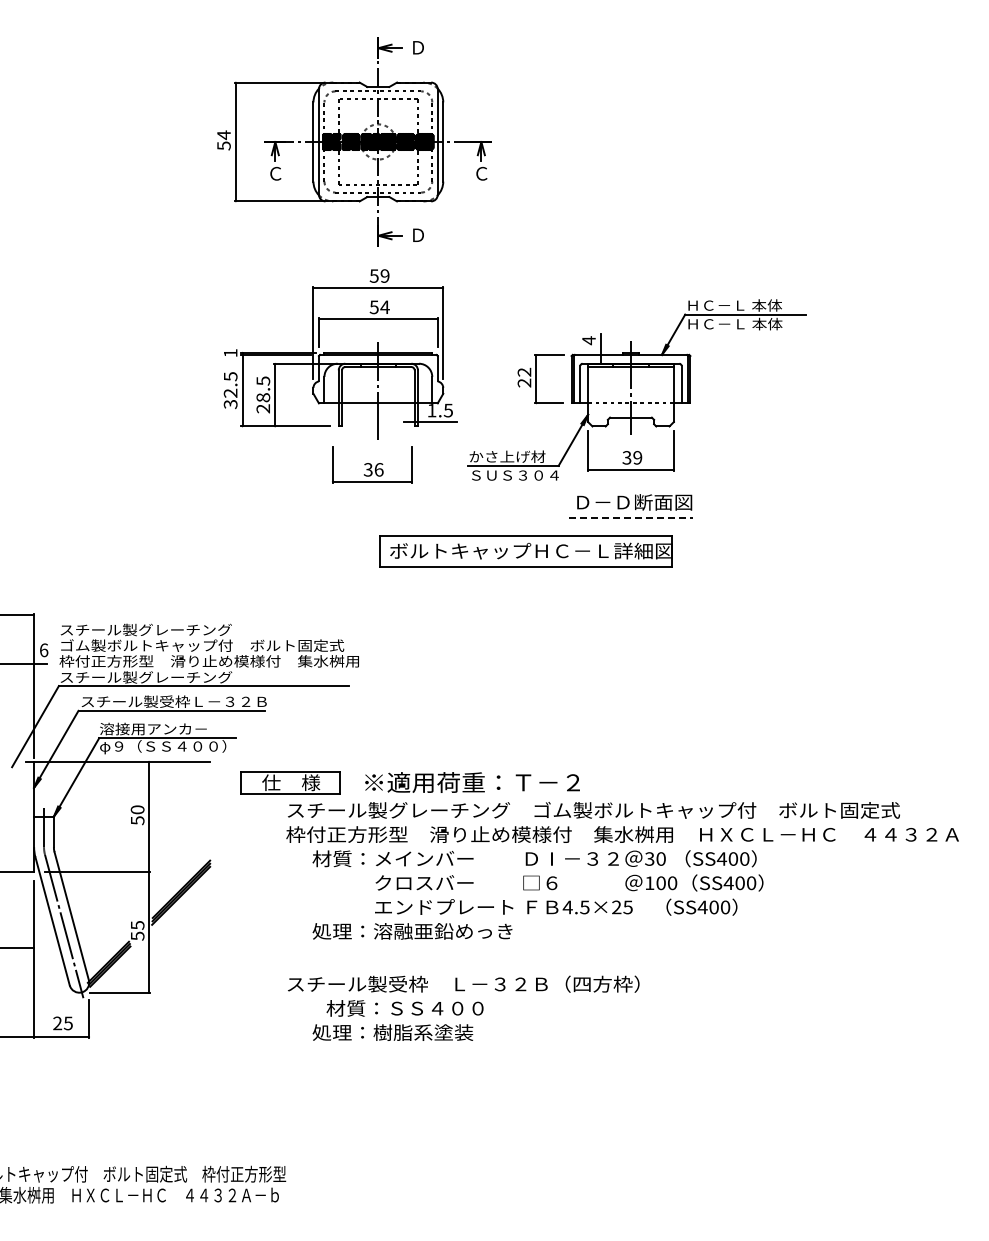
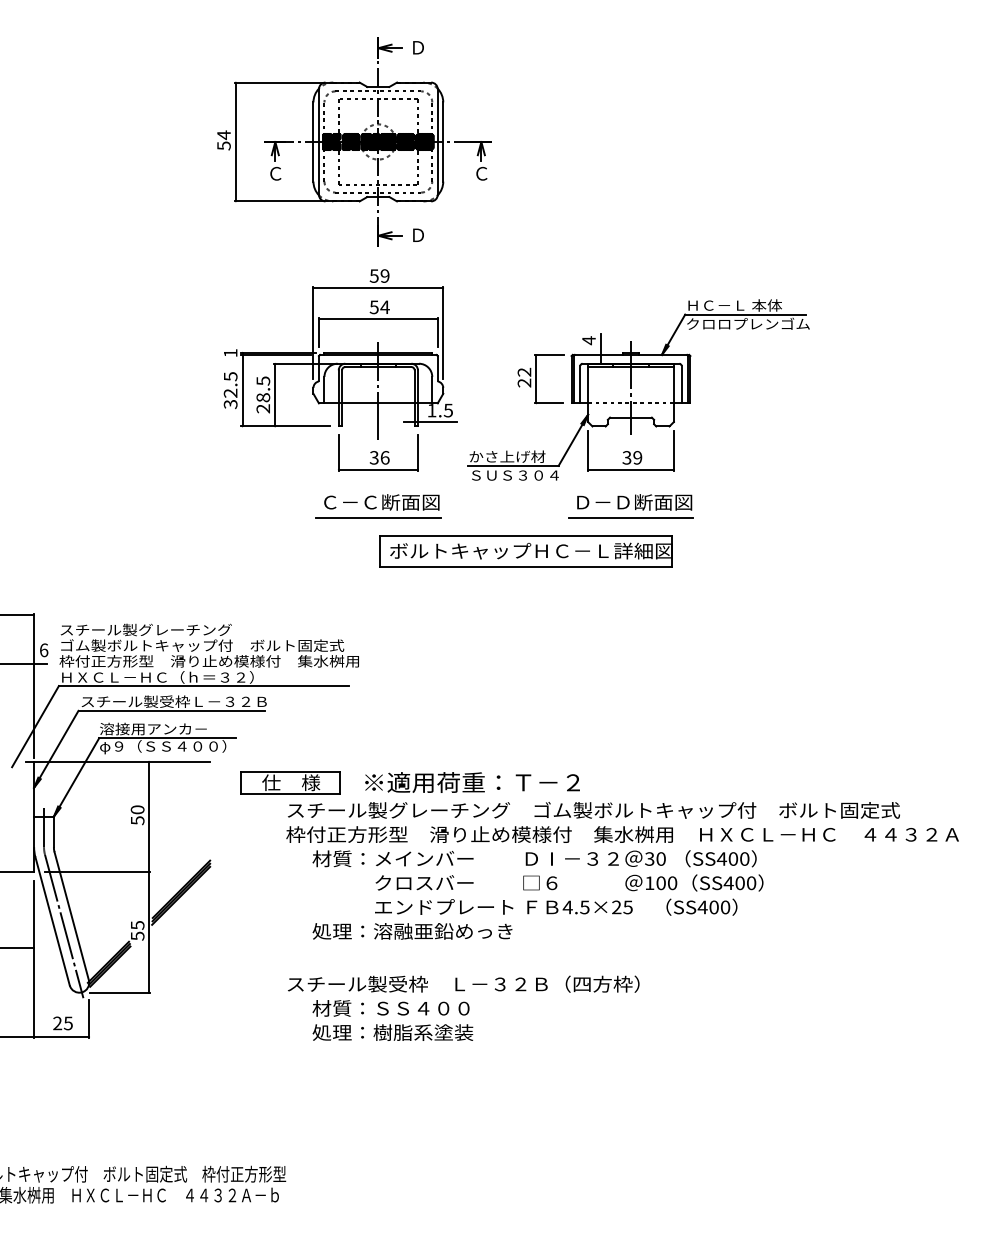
text at (748, 323): ＨＣ－Ｌ 本体 -> クロロプレンゴム
part at (372, 464) position: (372, 464) -> (378, 452)
part at (378, 506): none -> present
line at (631, 518): dashed -> solid
text at (156, 677): スチール製グレーチング -> ＨＸＣＬ－ＨＣ（ｈ＝３２）
text at (404, 1008) position: (404, 1008) -> (390, 1008)
